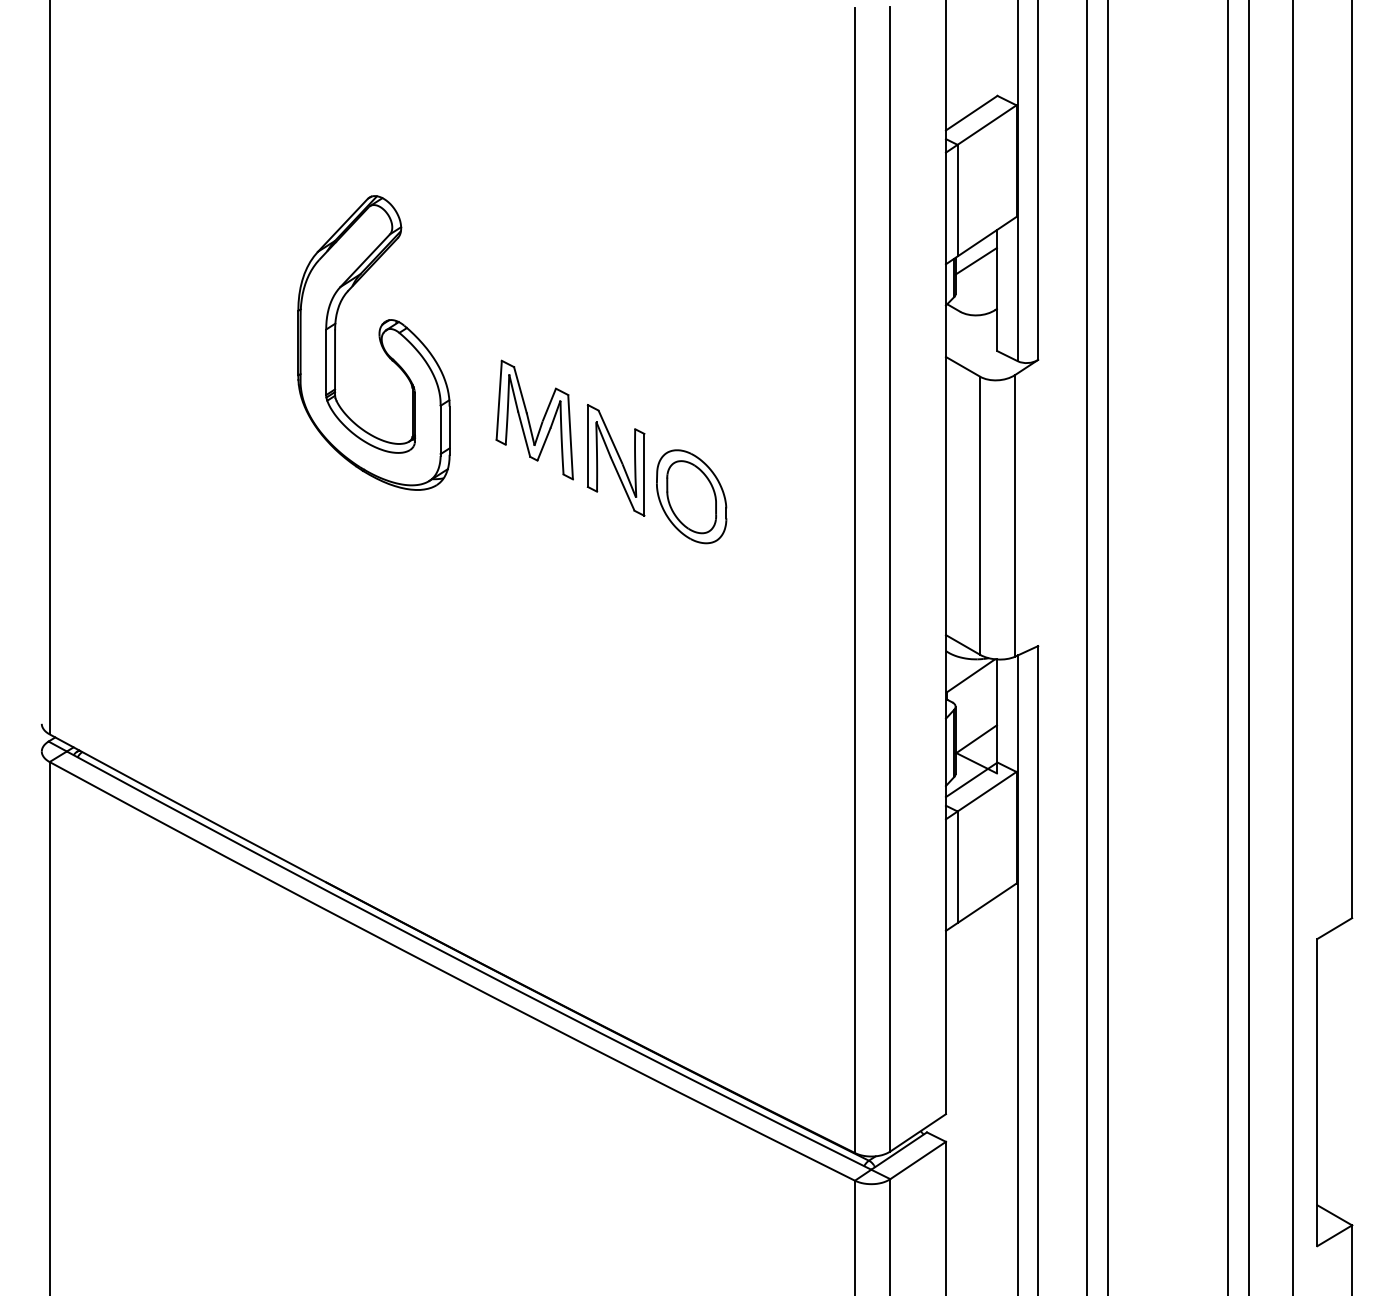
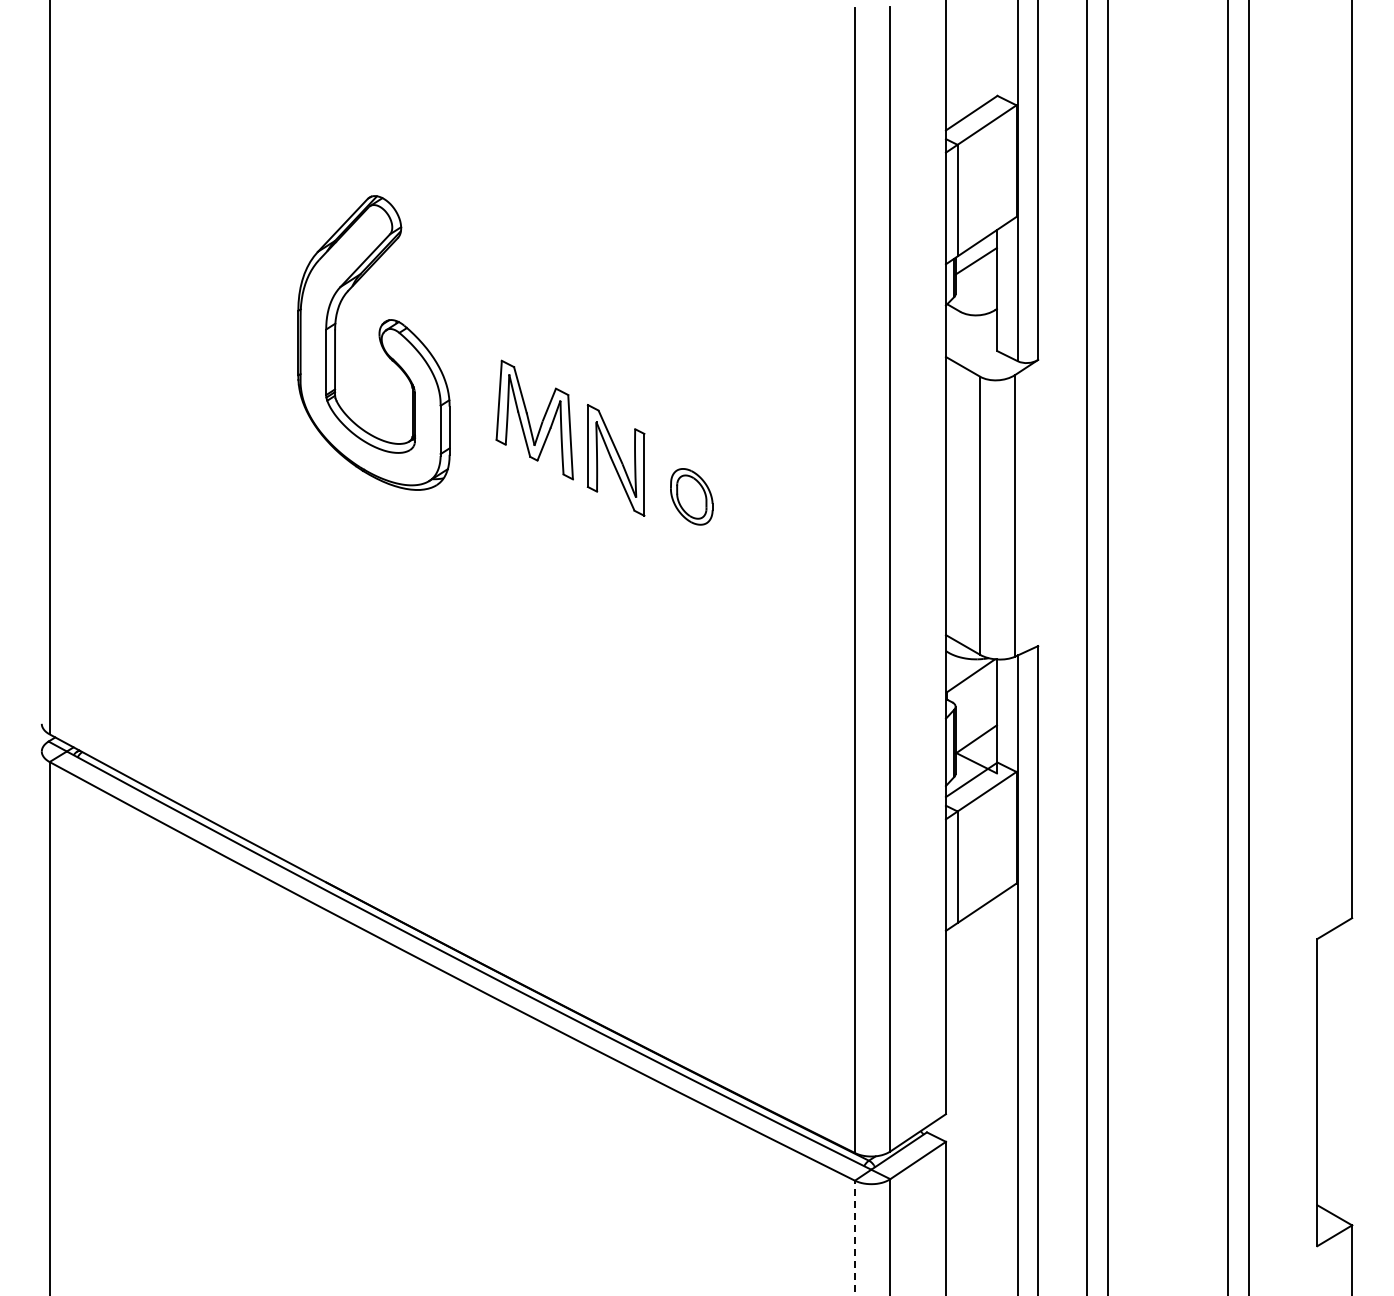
part at (691, 496) size: 72x96 px -> 44x58 px
line at (1292, 647): present -> none
line at (854, 1237): solid -> dashed
